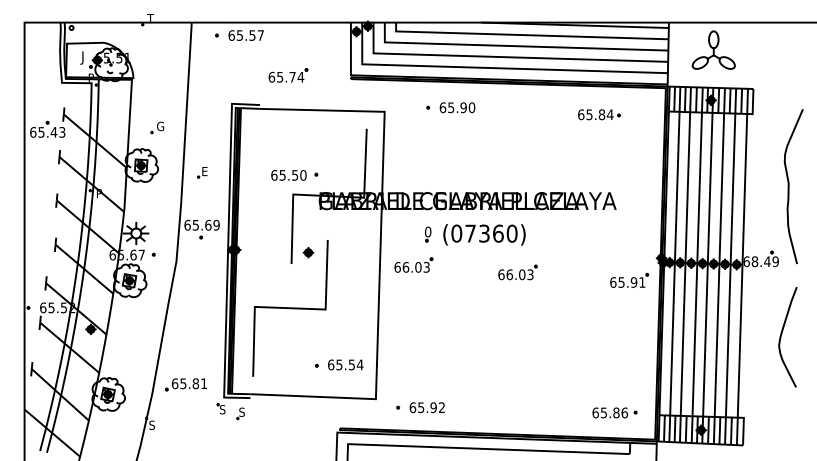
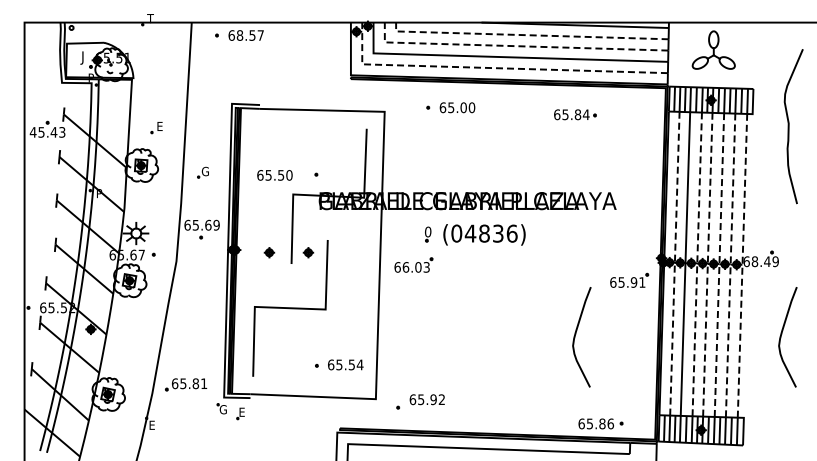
text at (239, 35): 65.57 -> 68.57
line at (526, 35): solid -> dashed
line at (515, 46): solid -> dashed
line at (493, 68): solid -> dashed
part at (288, 75): present -> none
text at (463, 107): 65.90 -> 65.00
part at (599, 114) position: (599, 114) -> (575, 114)
text at (160, 126): G -> E
text at (32, 132): 65.43 -> 45.43
text at (204, 171): E -> G
text at (288, 175) position: (288, 175) -> (274, 175)
curve at (789, 186) position: (789, 186) -> (789, 126)
text at (490, 233): (07360) -> (04836)
part at (269, 252): none -> present
line at (674, 263): solid -> dashed
line at (697, 264): solid -> dashed
line at (707, 264): solid -> dashed
line at (719, 265): solid -> dashed
line at (730, 265): solid -> dashed
line at (742, 265): solid -> dashed
part at (517, 272): present -> none
curve at (576, 334): none -> present
text at (426, 407) position: (426, 407) -> (426, 399)
text at (222, 409): S -> G
text at (241, 411): S -> E
part at (614, 412) position: (614, 412) -> (600, 423)
text at (151, 424): S -> E
